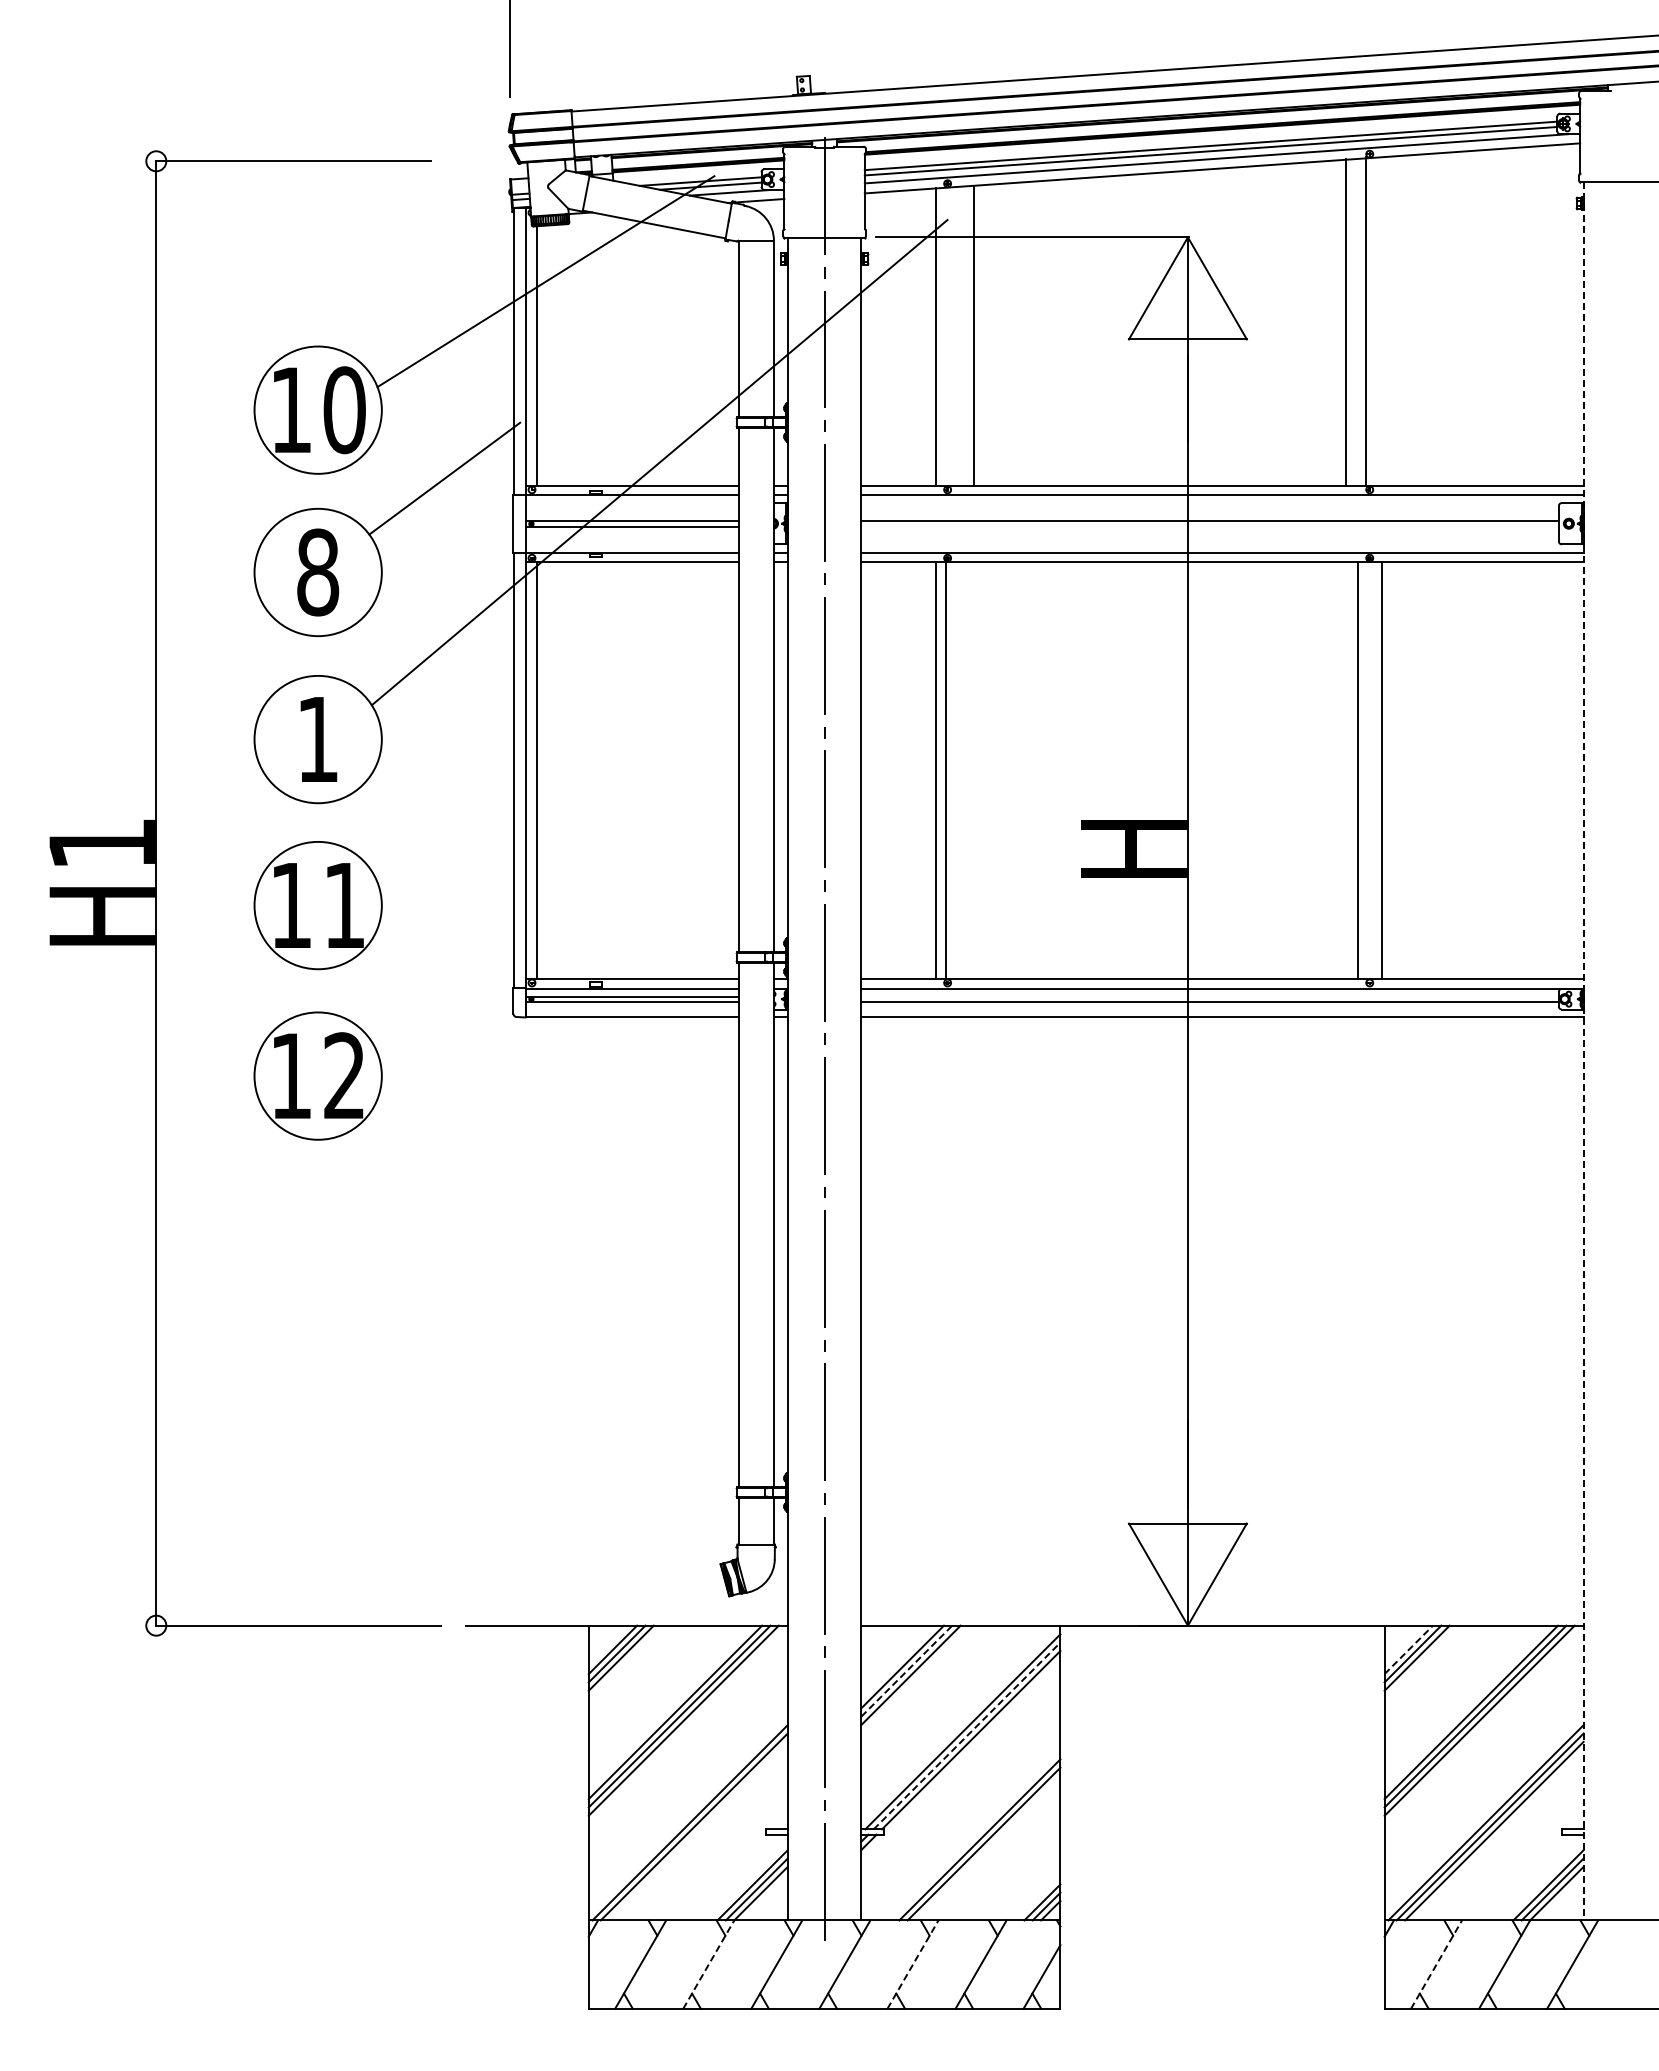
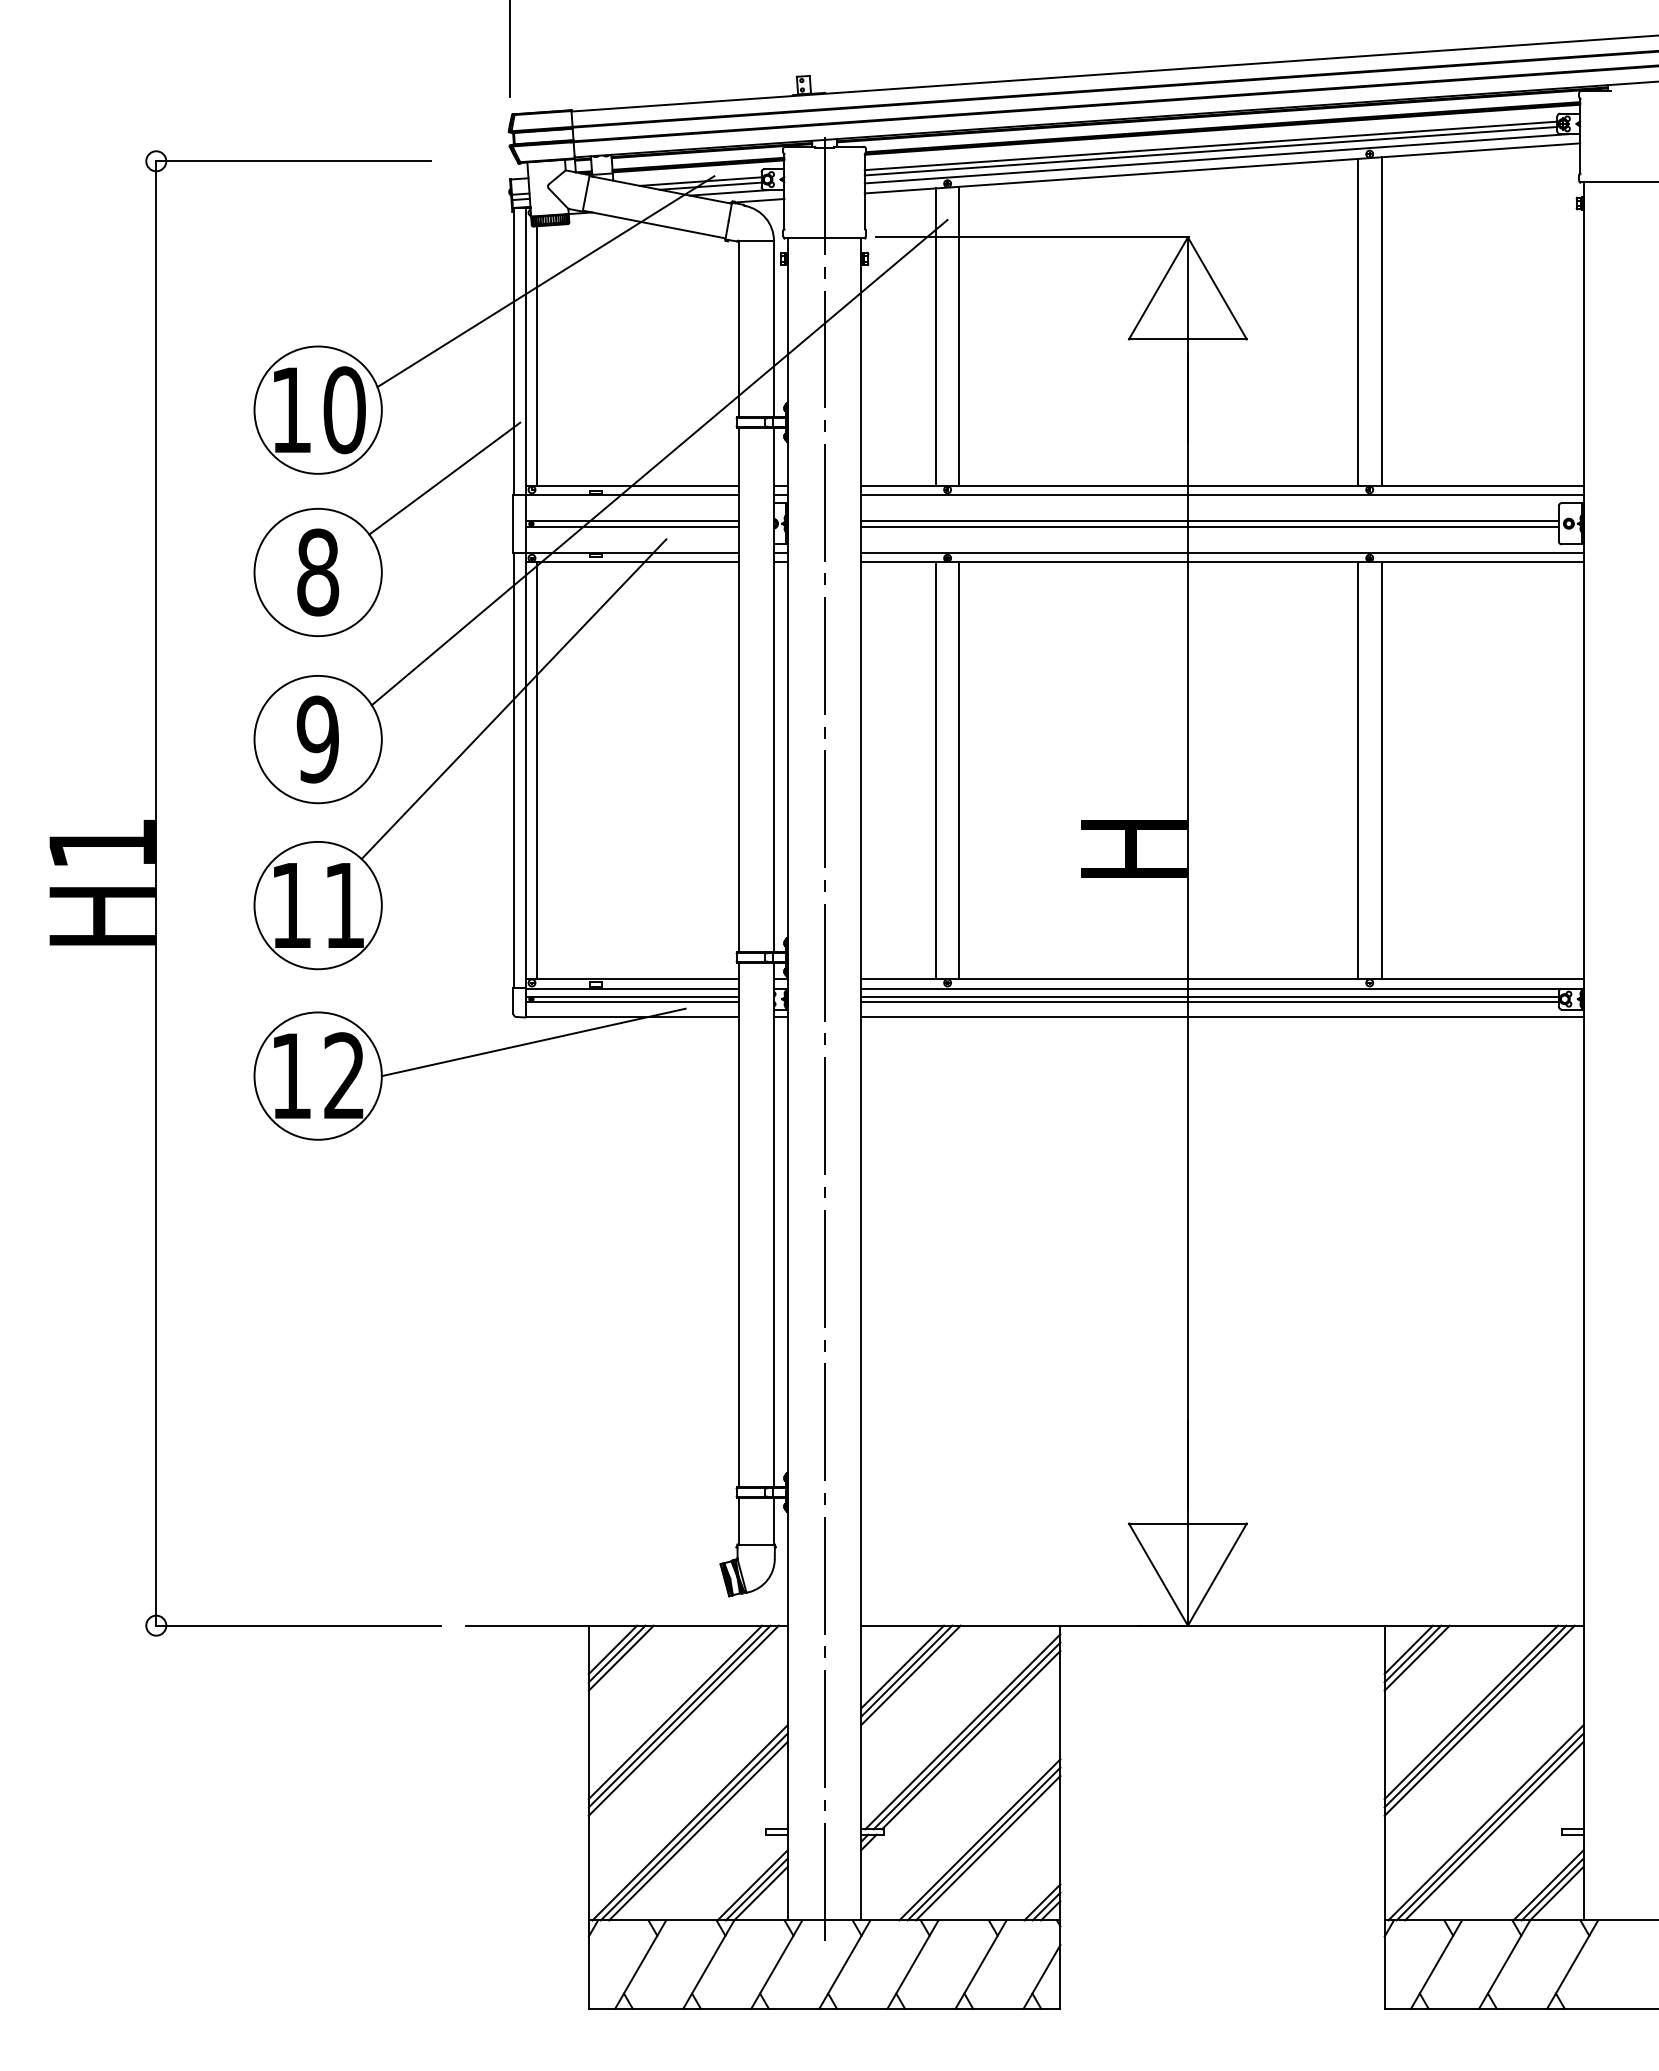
line at (1365, 321) position: (1365, 321) -> (1381, 321)
line at (1345, 322) position: (1345, 322) -> (1357, 322)
line at (974, 336) position: (974, 336) -> (959, 336)
line at (1209, 526): none -> present
line at (513, 699): none -> present
text at (317, 739): 1 -> 9
line at (946, 770) position: (946, 770) -> (959, 770)
line at (1209, 996): none -> present
line at (533, 1042): none -> present
line at (1583, 1051): dashed -> solid
line at (1409, 1649): dashed -> solid
line at (907, 1670): dashed -> solid
line at (967, 1735): dashed -> solid
line at (698, 1830): none -> present
line at (987, 1848): none -> present
line at (709, 1964): dashed -> solid
line at (913, 1964): dashed -> solid
line at (1436, 1964): dashed -> solid
